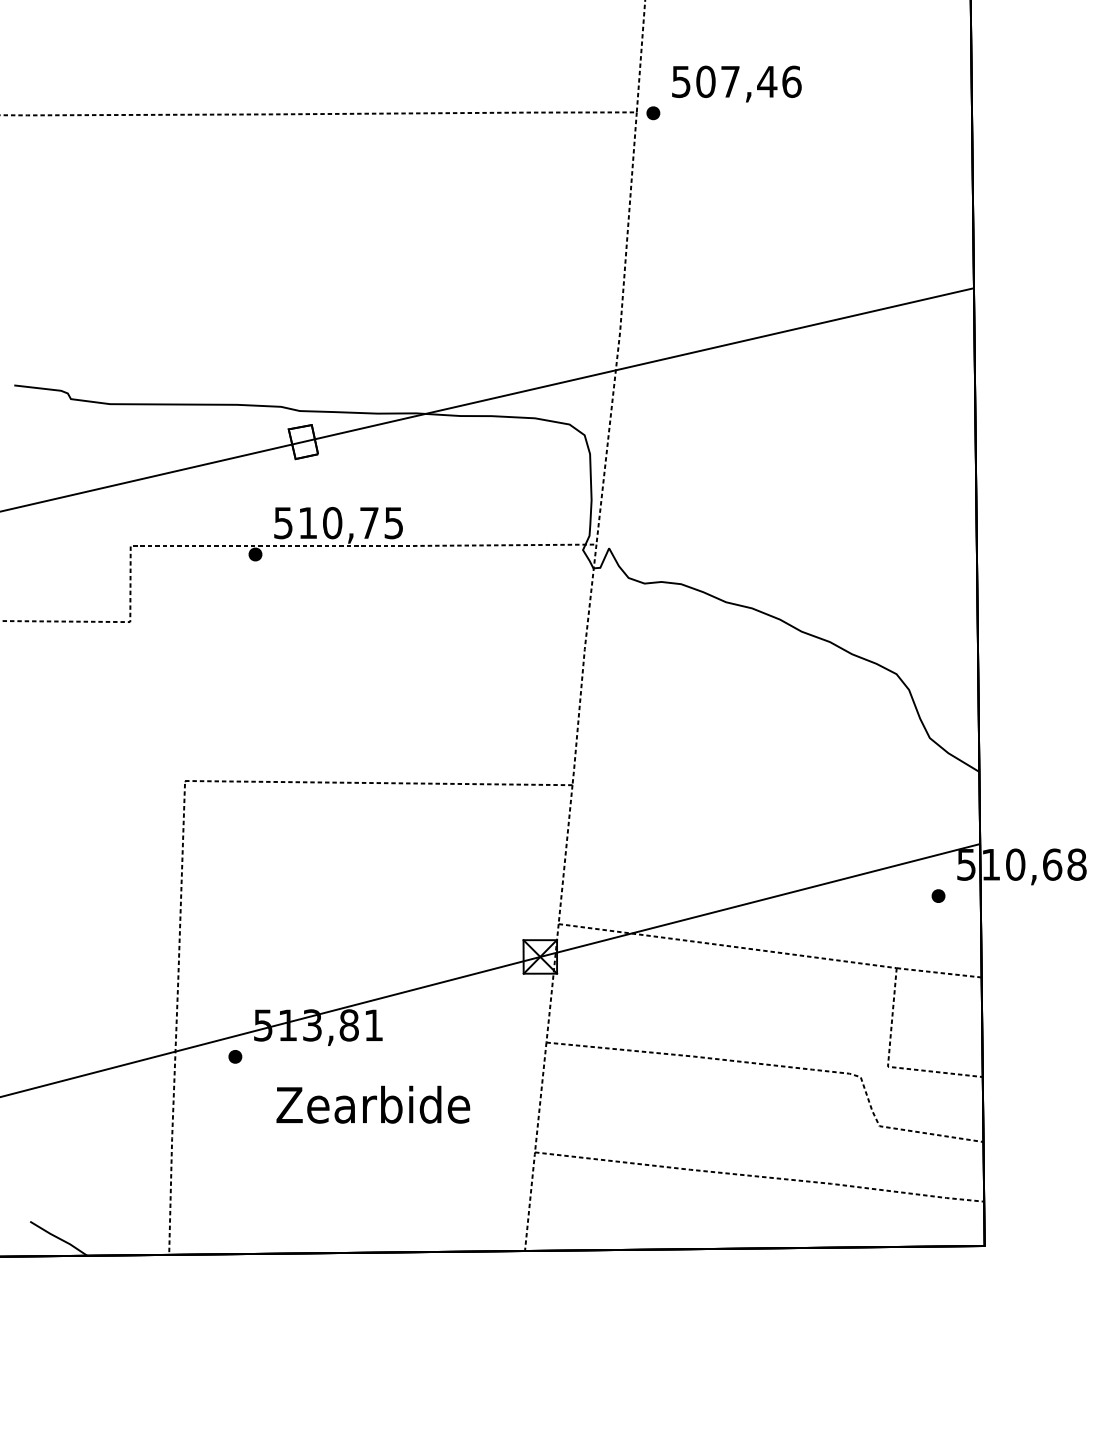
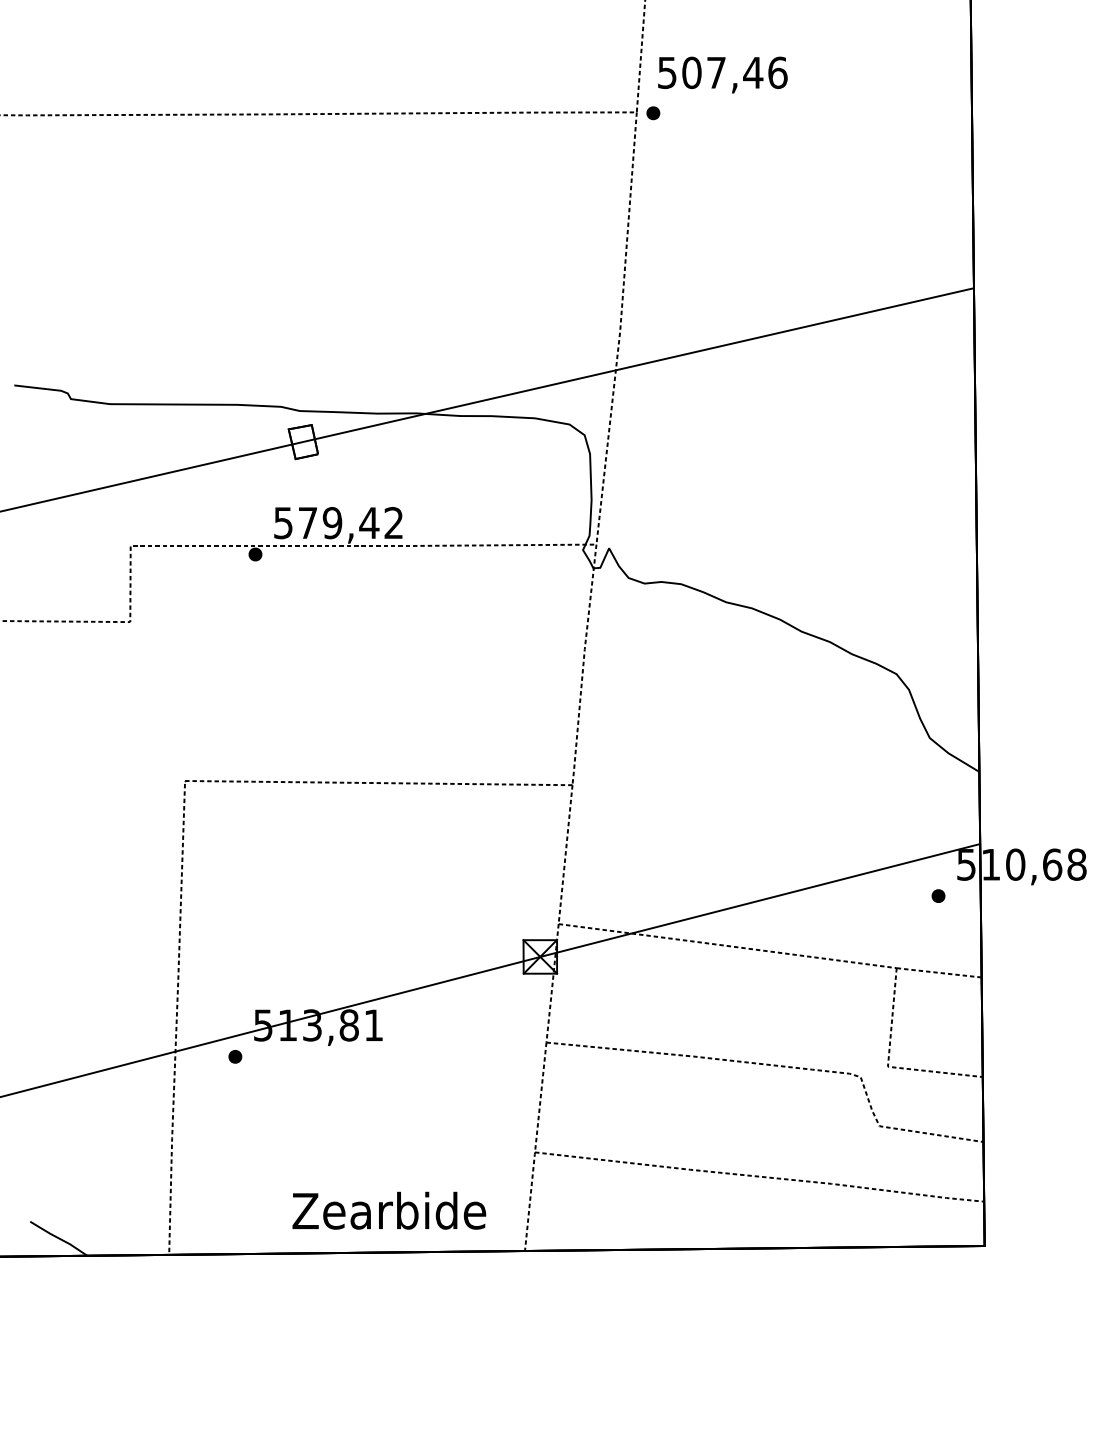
text at (736, 83) position: (736, 83) -> (722, 74)
text at (350, 523): 510,75 -> 579,42
text at (373, 1104) position: (373, 1104) -> (389, 1210)
